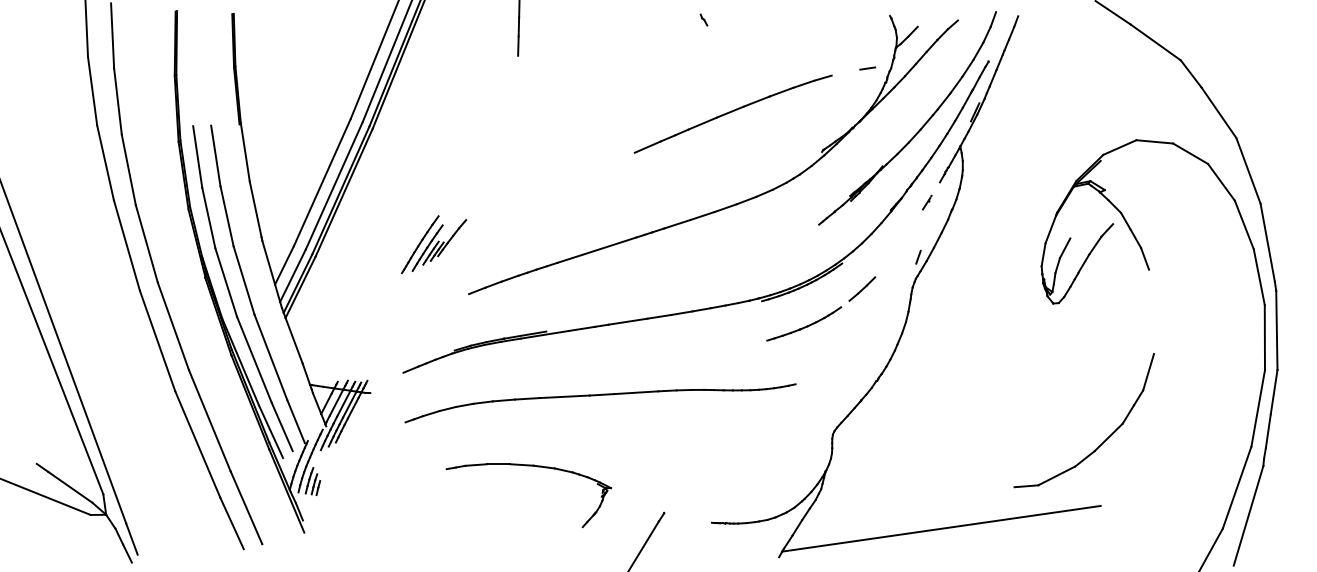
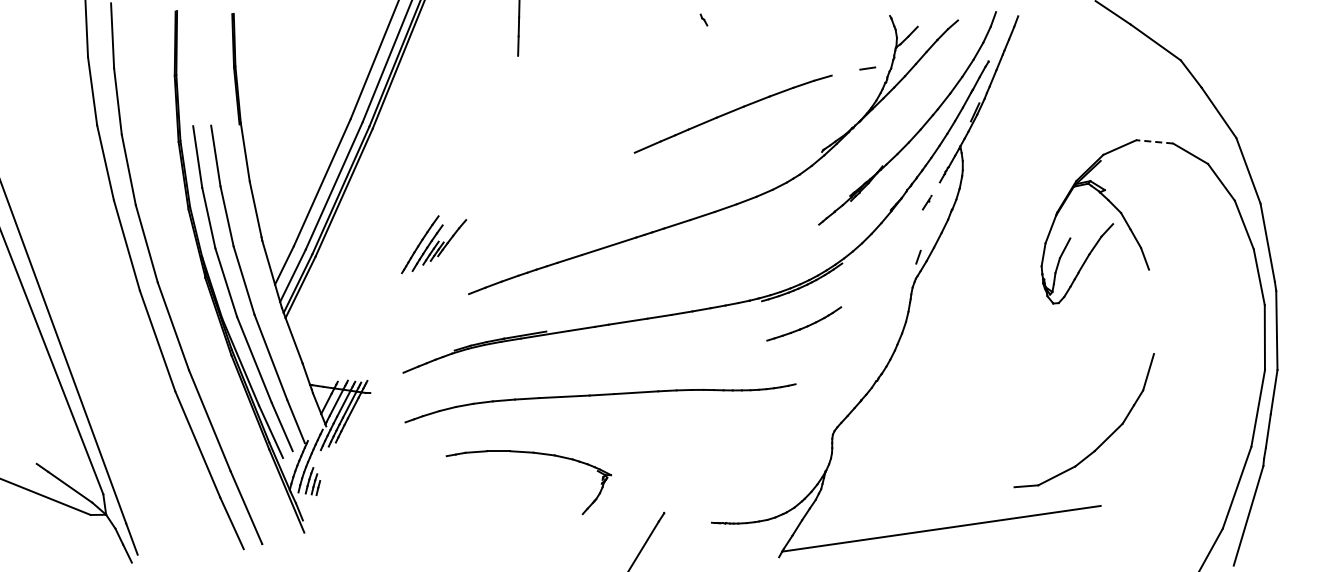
line at (1154, 141): solid -> dashed
line at (862, 288): present -> none
part at (528, 466) position: (528, 466) -> (528, 453)
